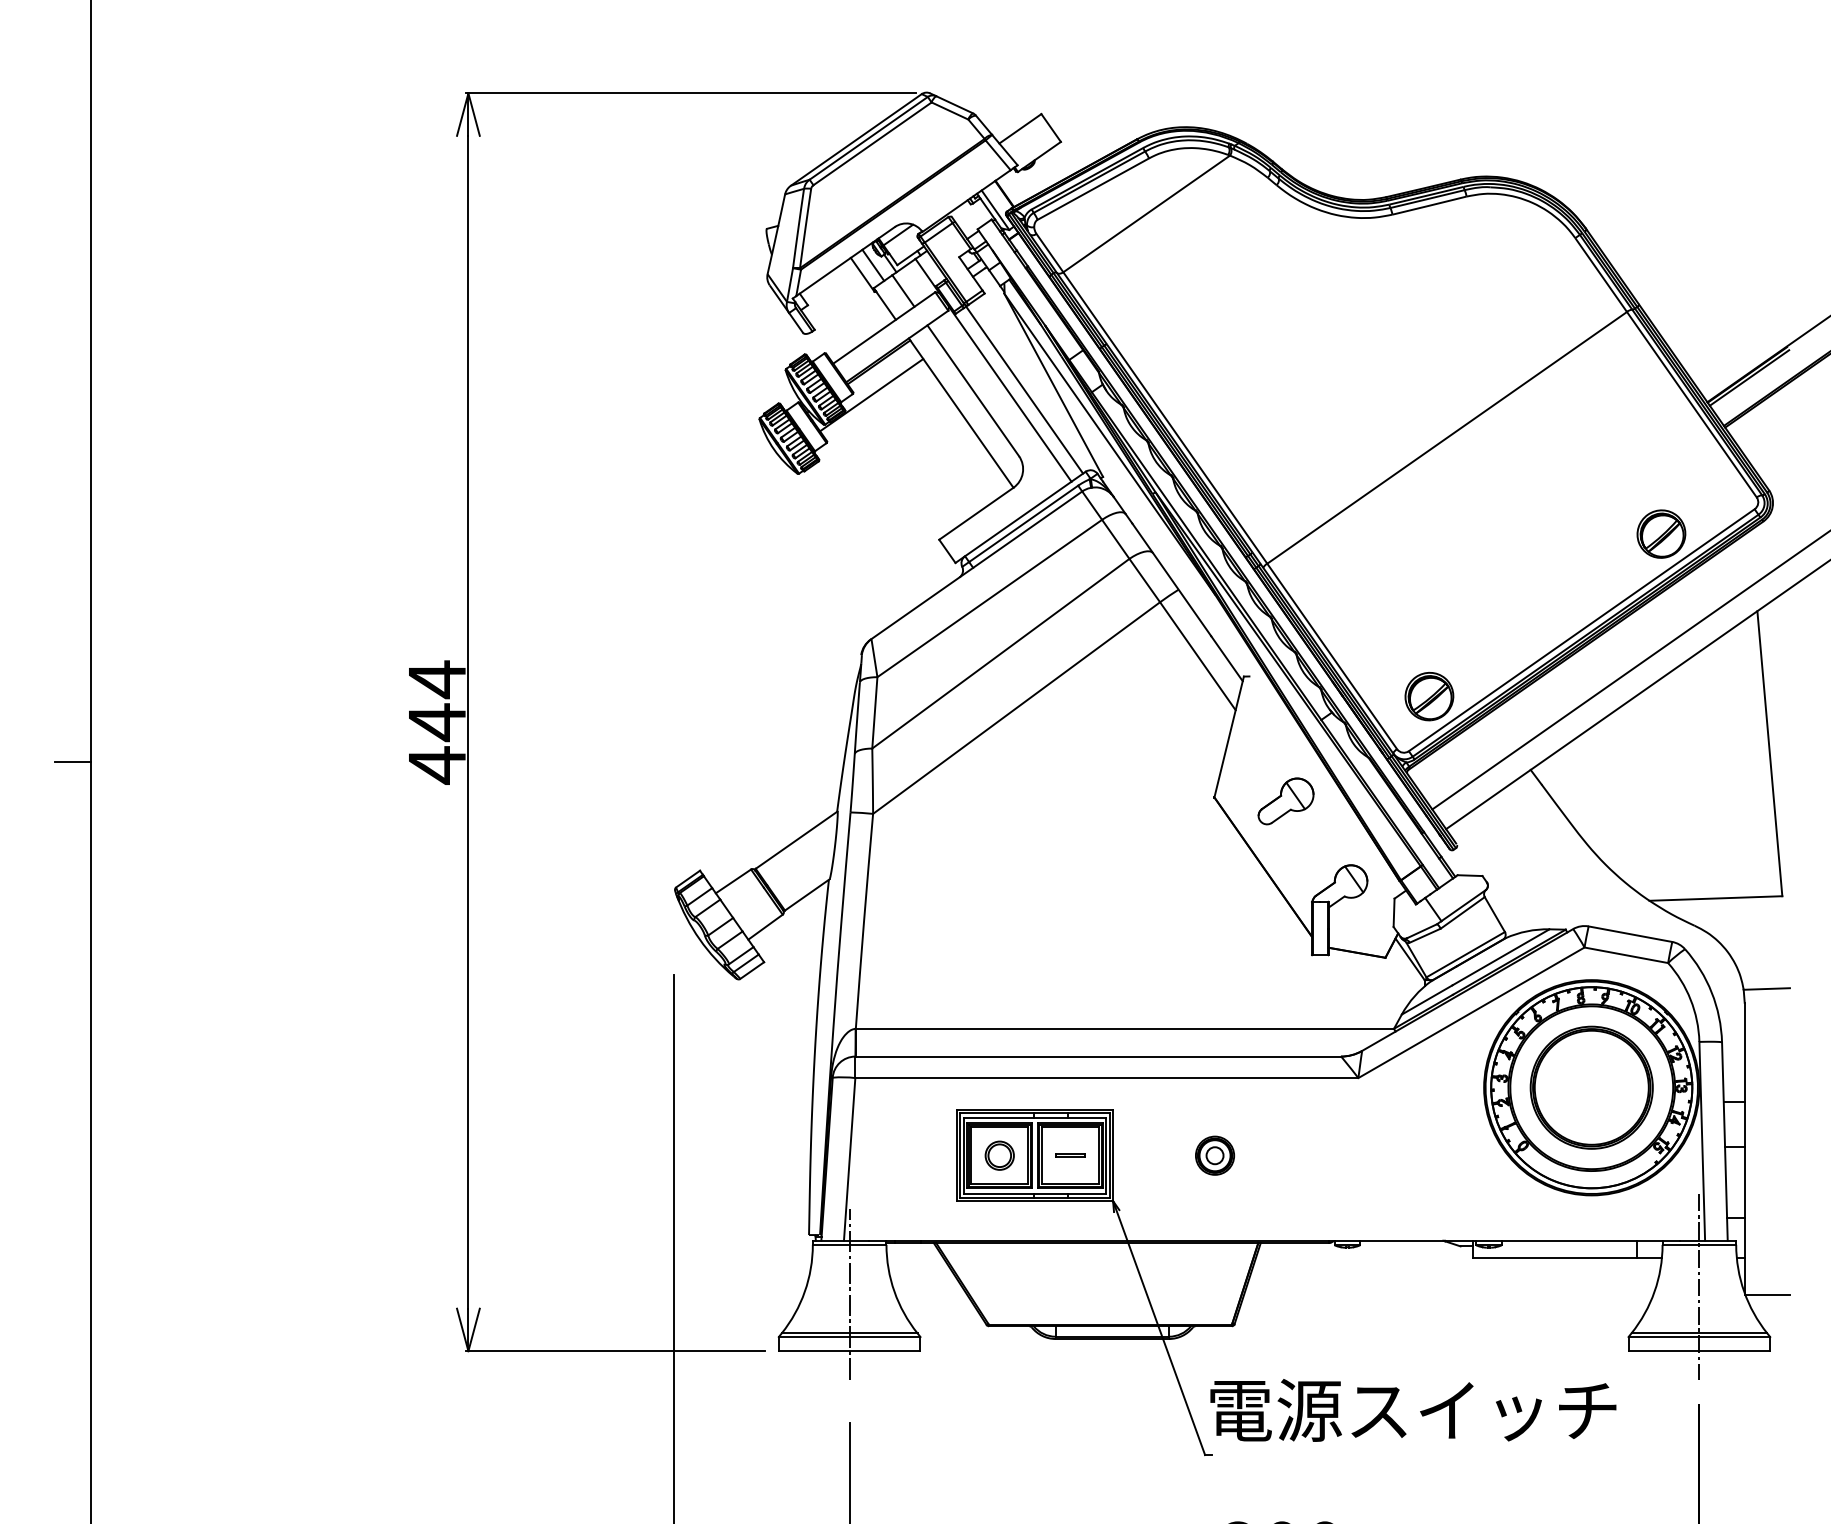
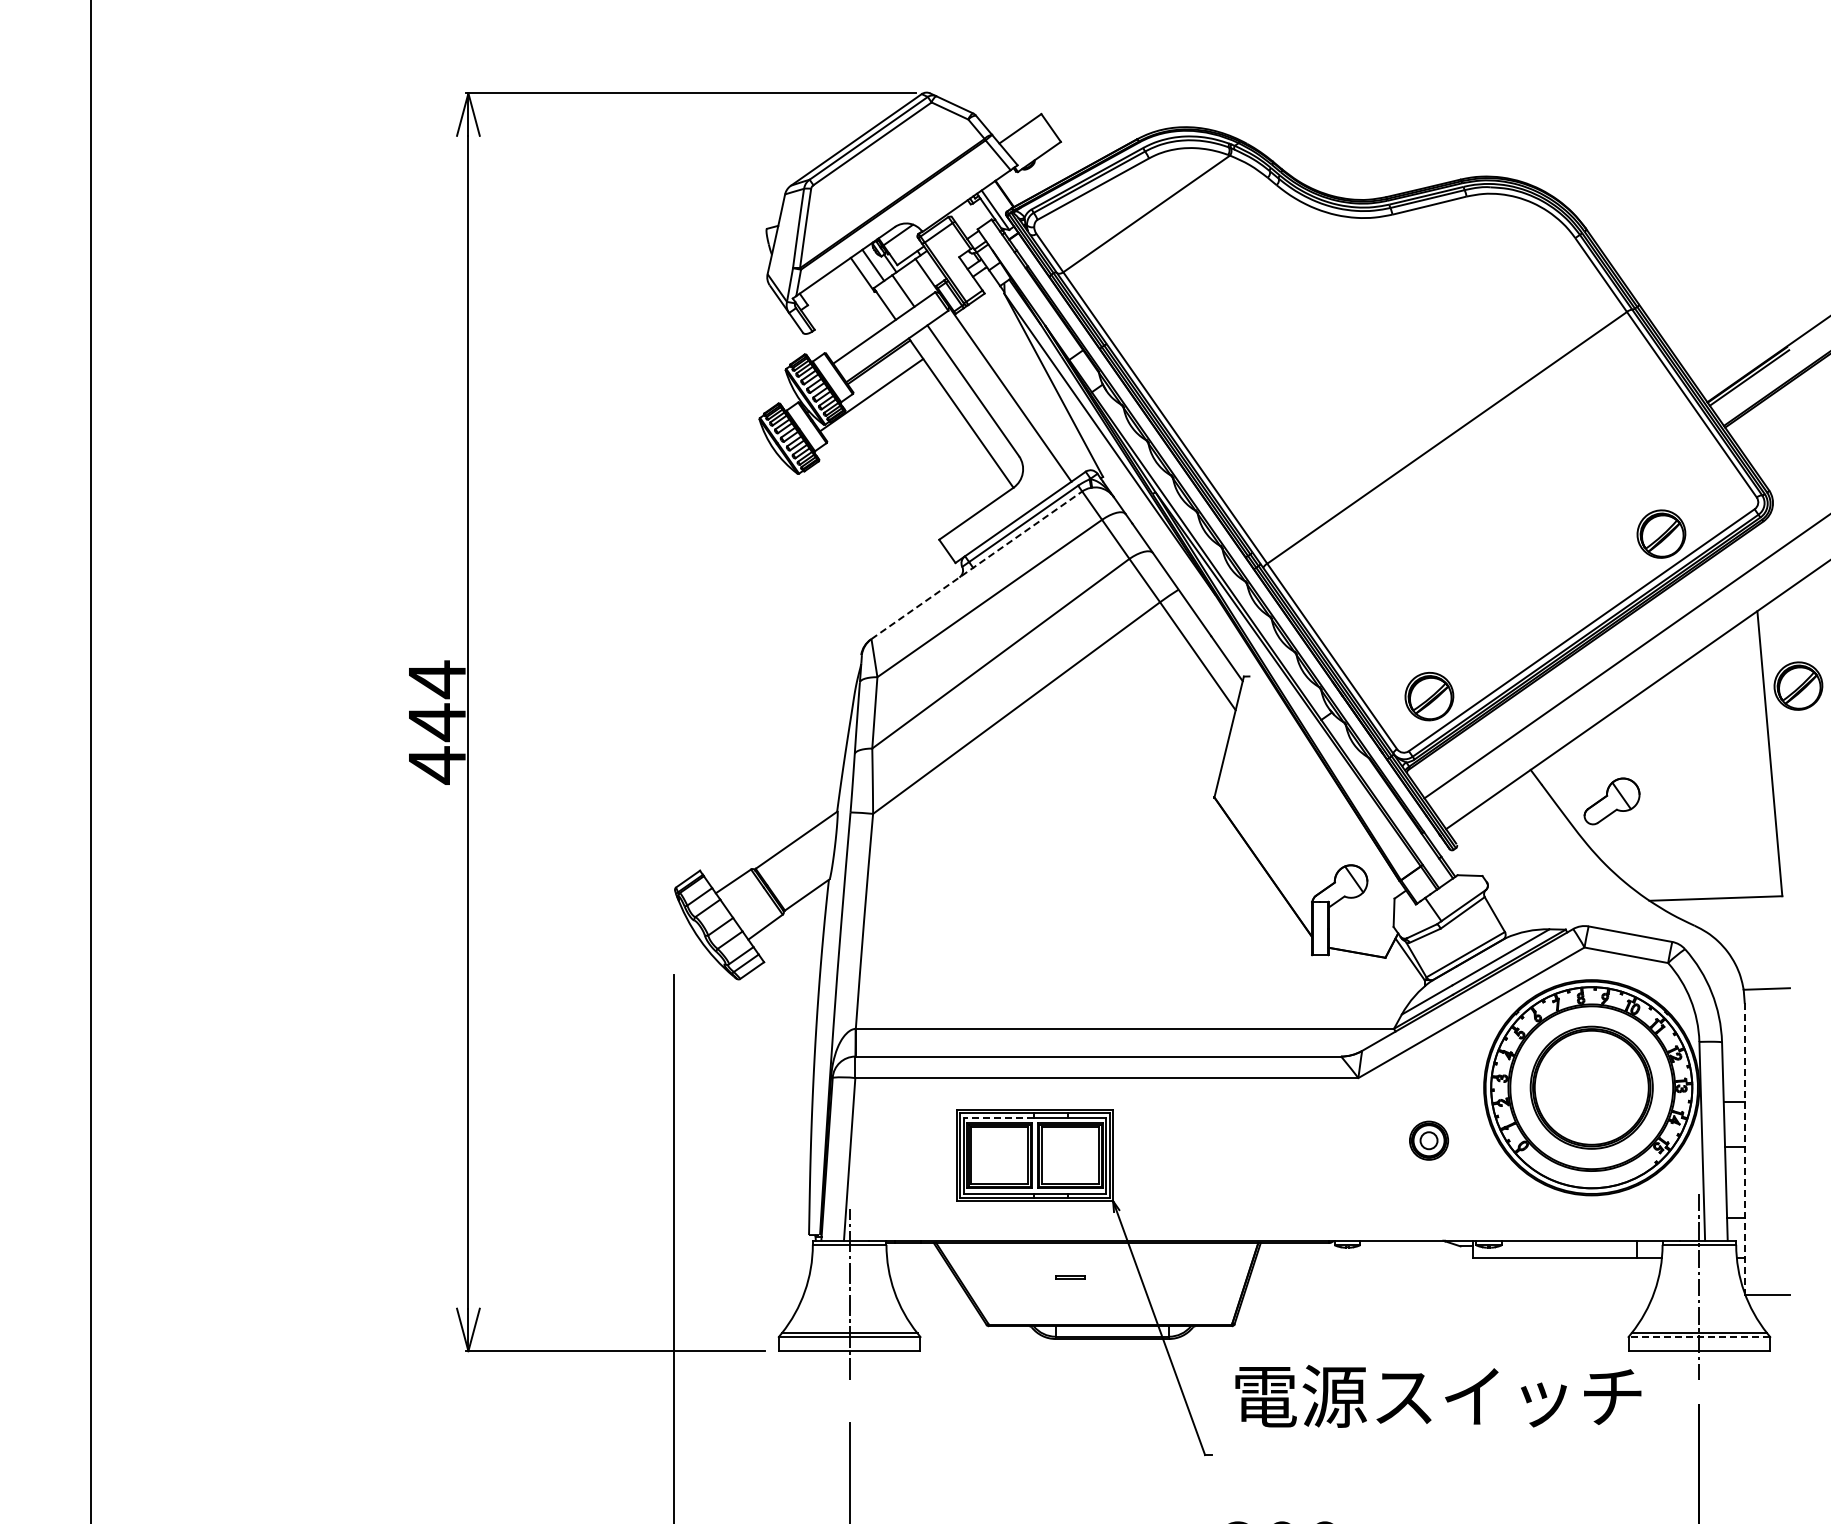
line at (1024, 389): present -> none
line at (976, 565): solid -> dashed
line at (1629, 670) position: (1629, 670) -> (1625, 657)
part at (1798, 685): none -> present
line at (72, 761): present -> none
part at (1285, 801) position: (1285, 801) -> (1611, 801)
line at (999, 1117): solid -> dashed
line at (1744, 1148): solid -> dashed
line at (1070, 1154) position: (1070, 1154) -> (1070, 1276)
part at (999, 1155): present -> none
part at (1215, 1155) position: (1215, 1155) -> (1429, 1140)
line at (1699, 1337): solid -> dashed
text at (1413, 1410) position: (1413, 1410) -> (1438, 1396)
